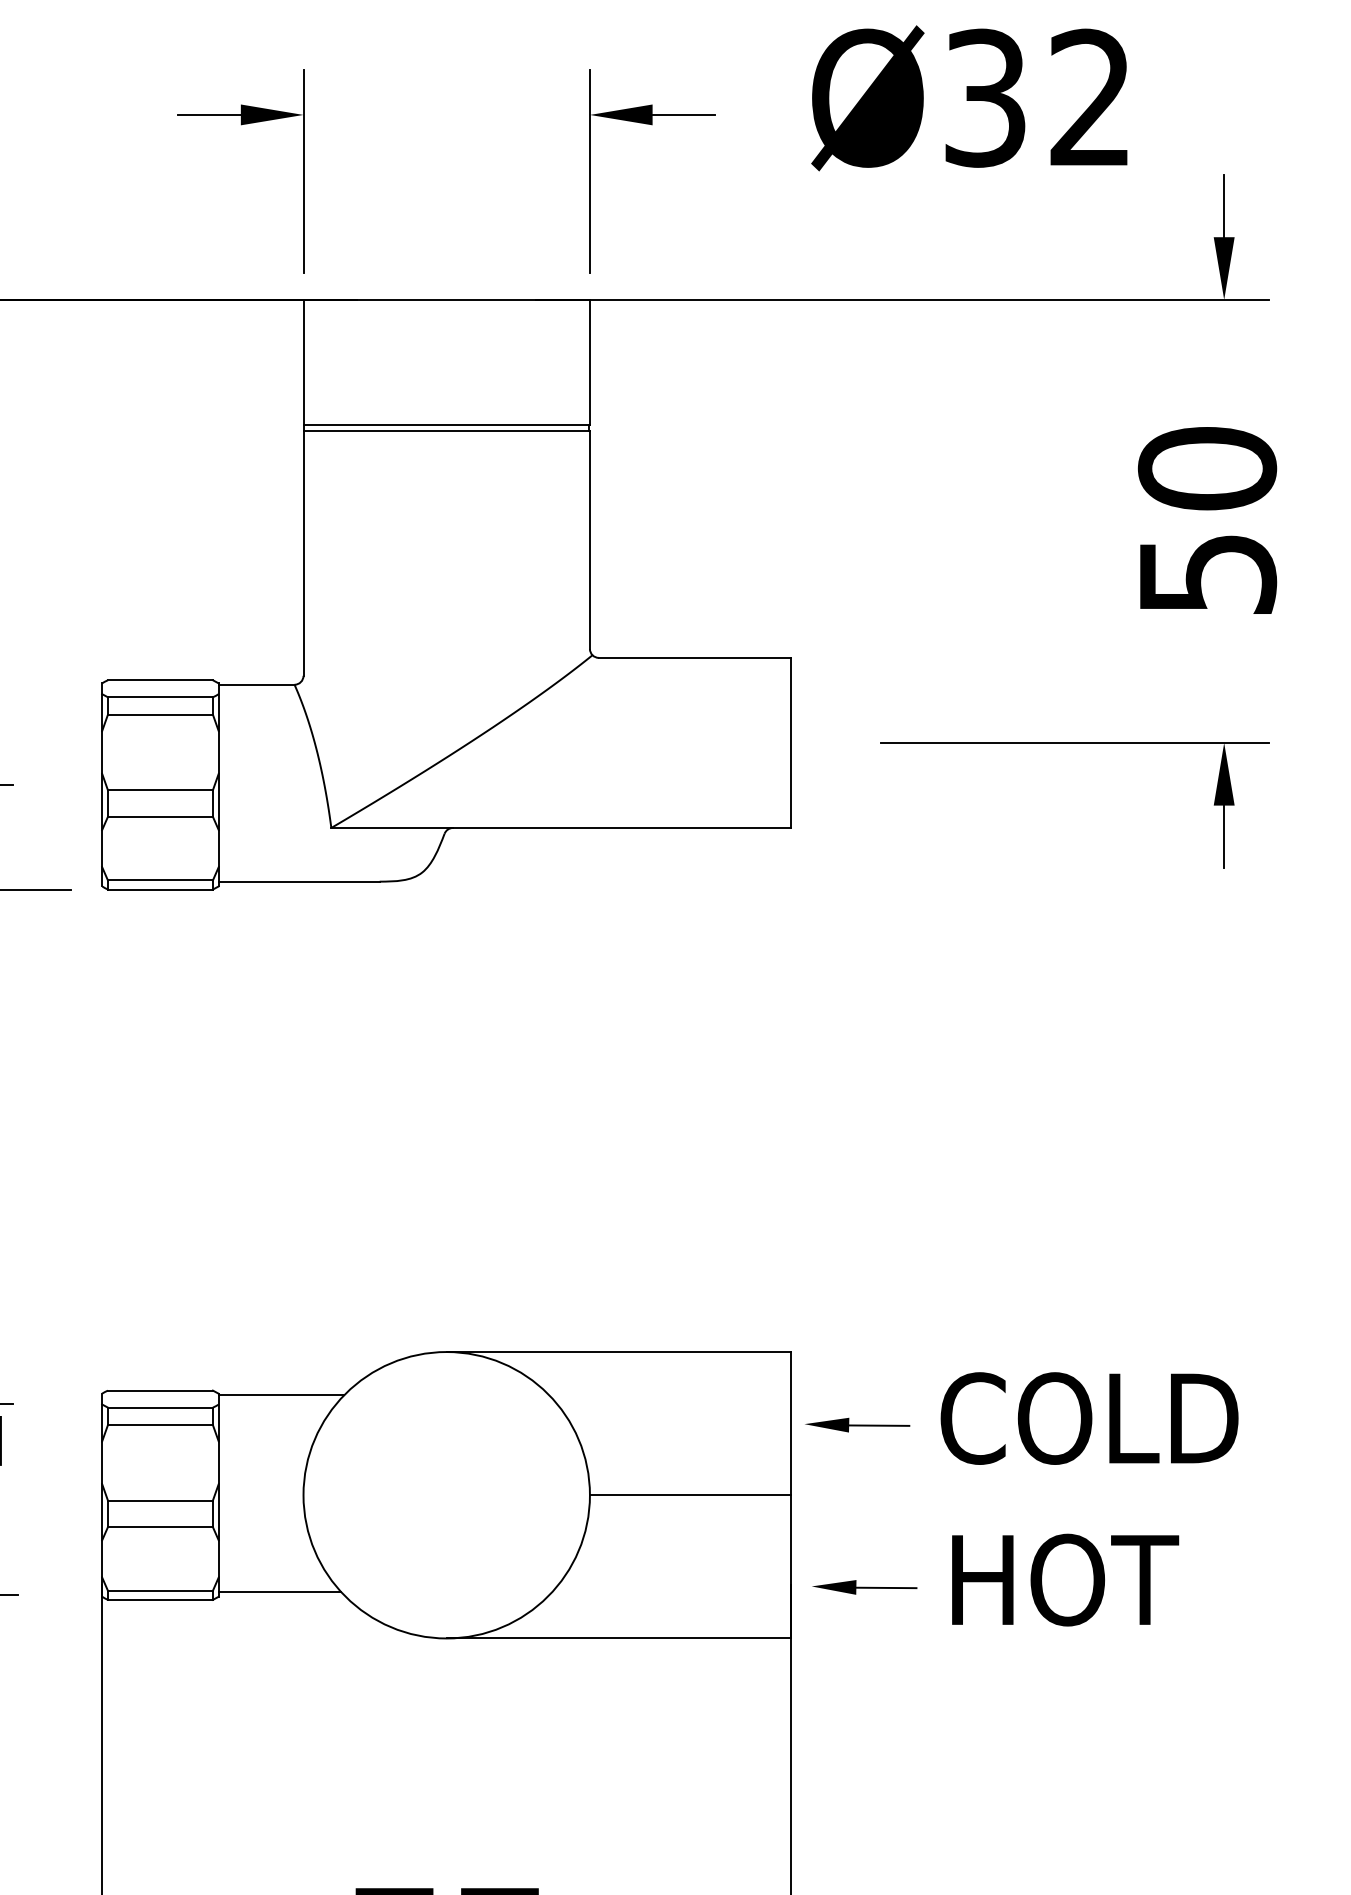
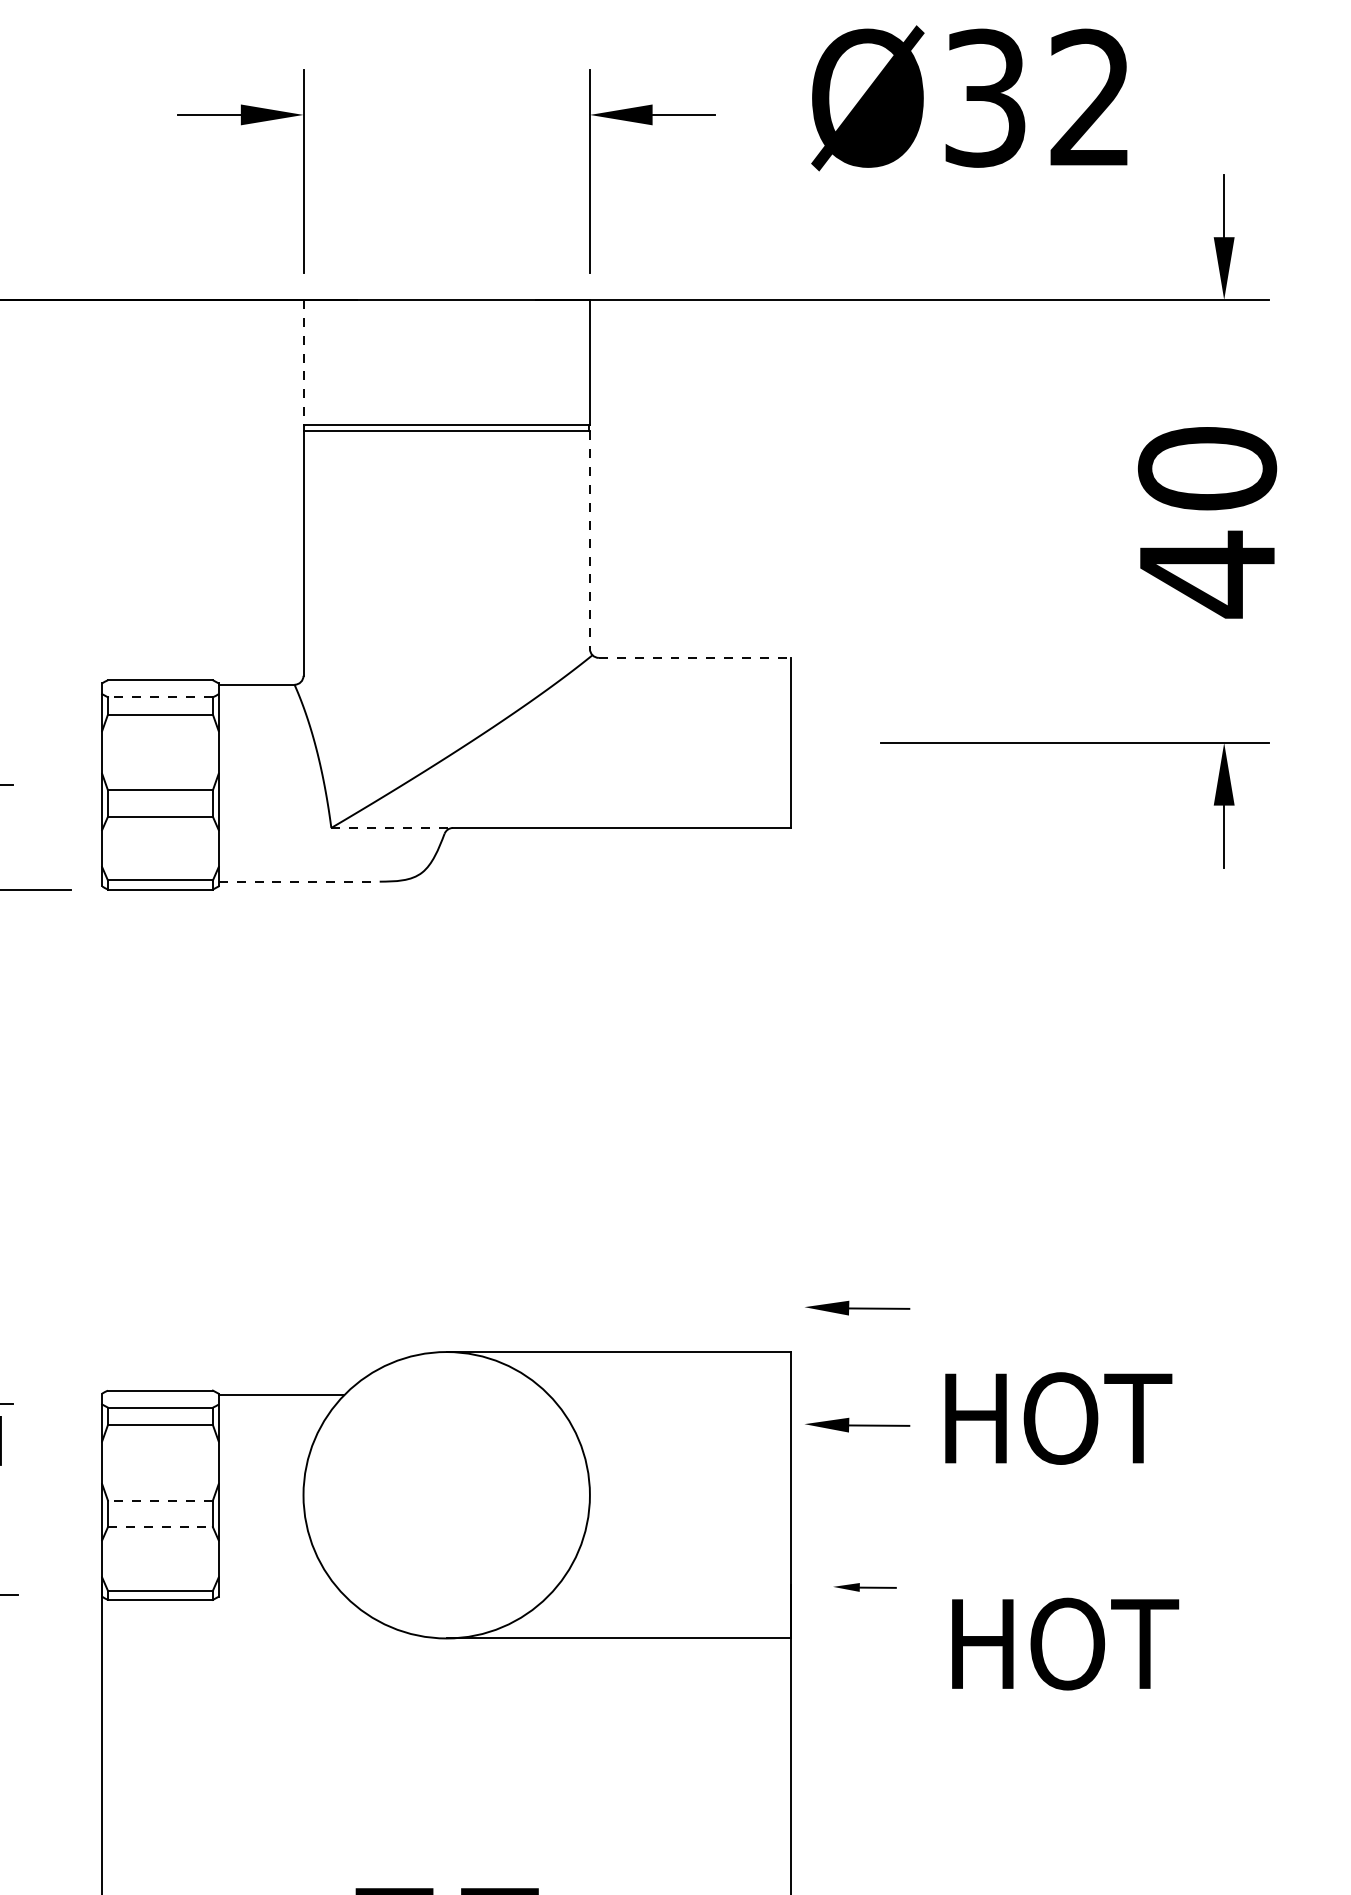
line at (303, 362): solid -> dashed
line at (589, 540): solid -> dashed
text at (1208, 574): 50 -> 40
line at (695, 657): solid -> dashed
line at (159, 697): solid -> dashed
line at (392, 827): solid -> dashed
line at (299, 881): solid -> dashed
part at (857, 1307): none -> present
text at (1089, 1418): COLD -> HOT
line at (690, 1495): present -> none
line at (159, 1500): solid -> dashed
line at (160, 1527): solid -> dashed
text at (1065, 1579) position: (1065, 1579) -> (1065, 1643)
part at (864, 1587) size: 106x15 px -> 64x9 px
line at (279, 1592): present -> none
